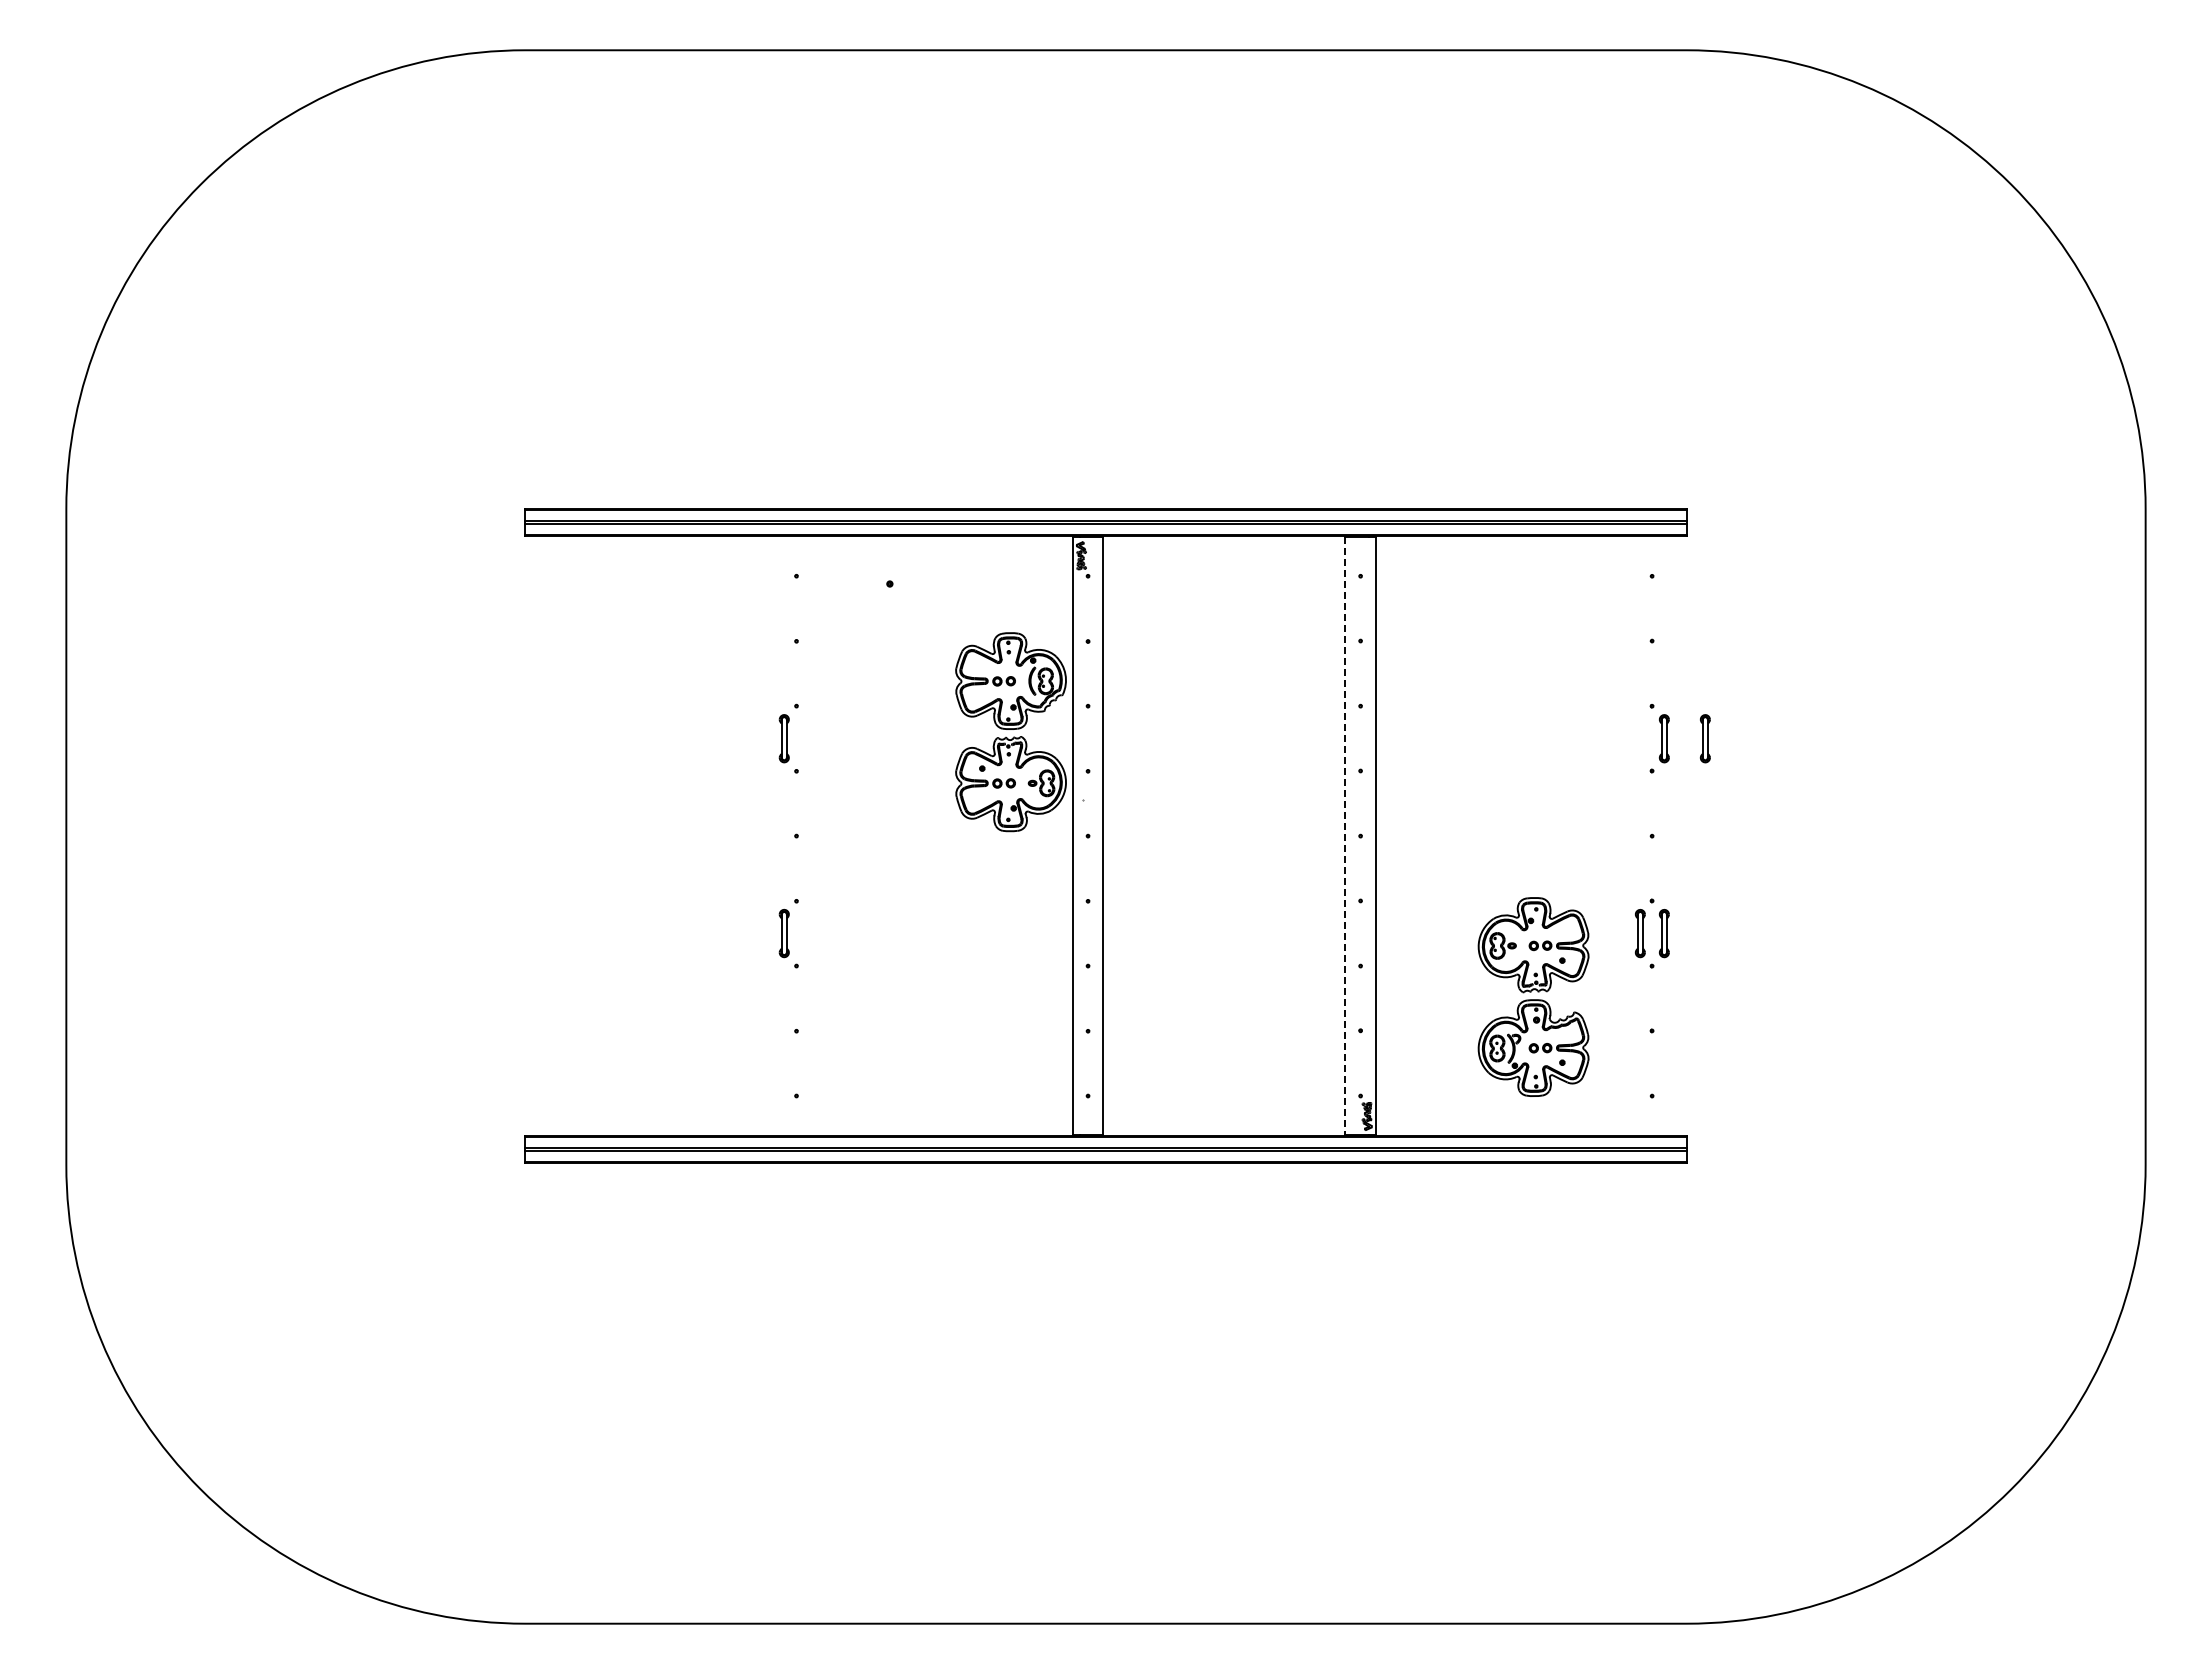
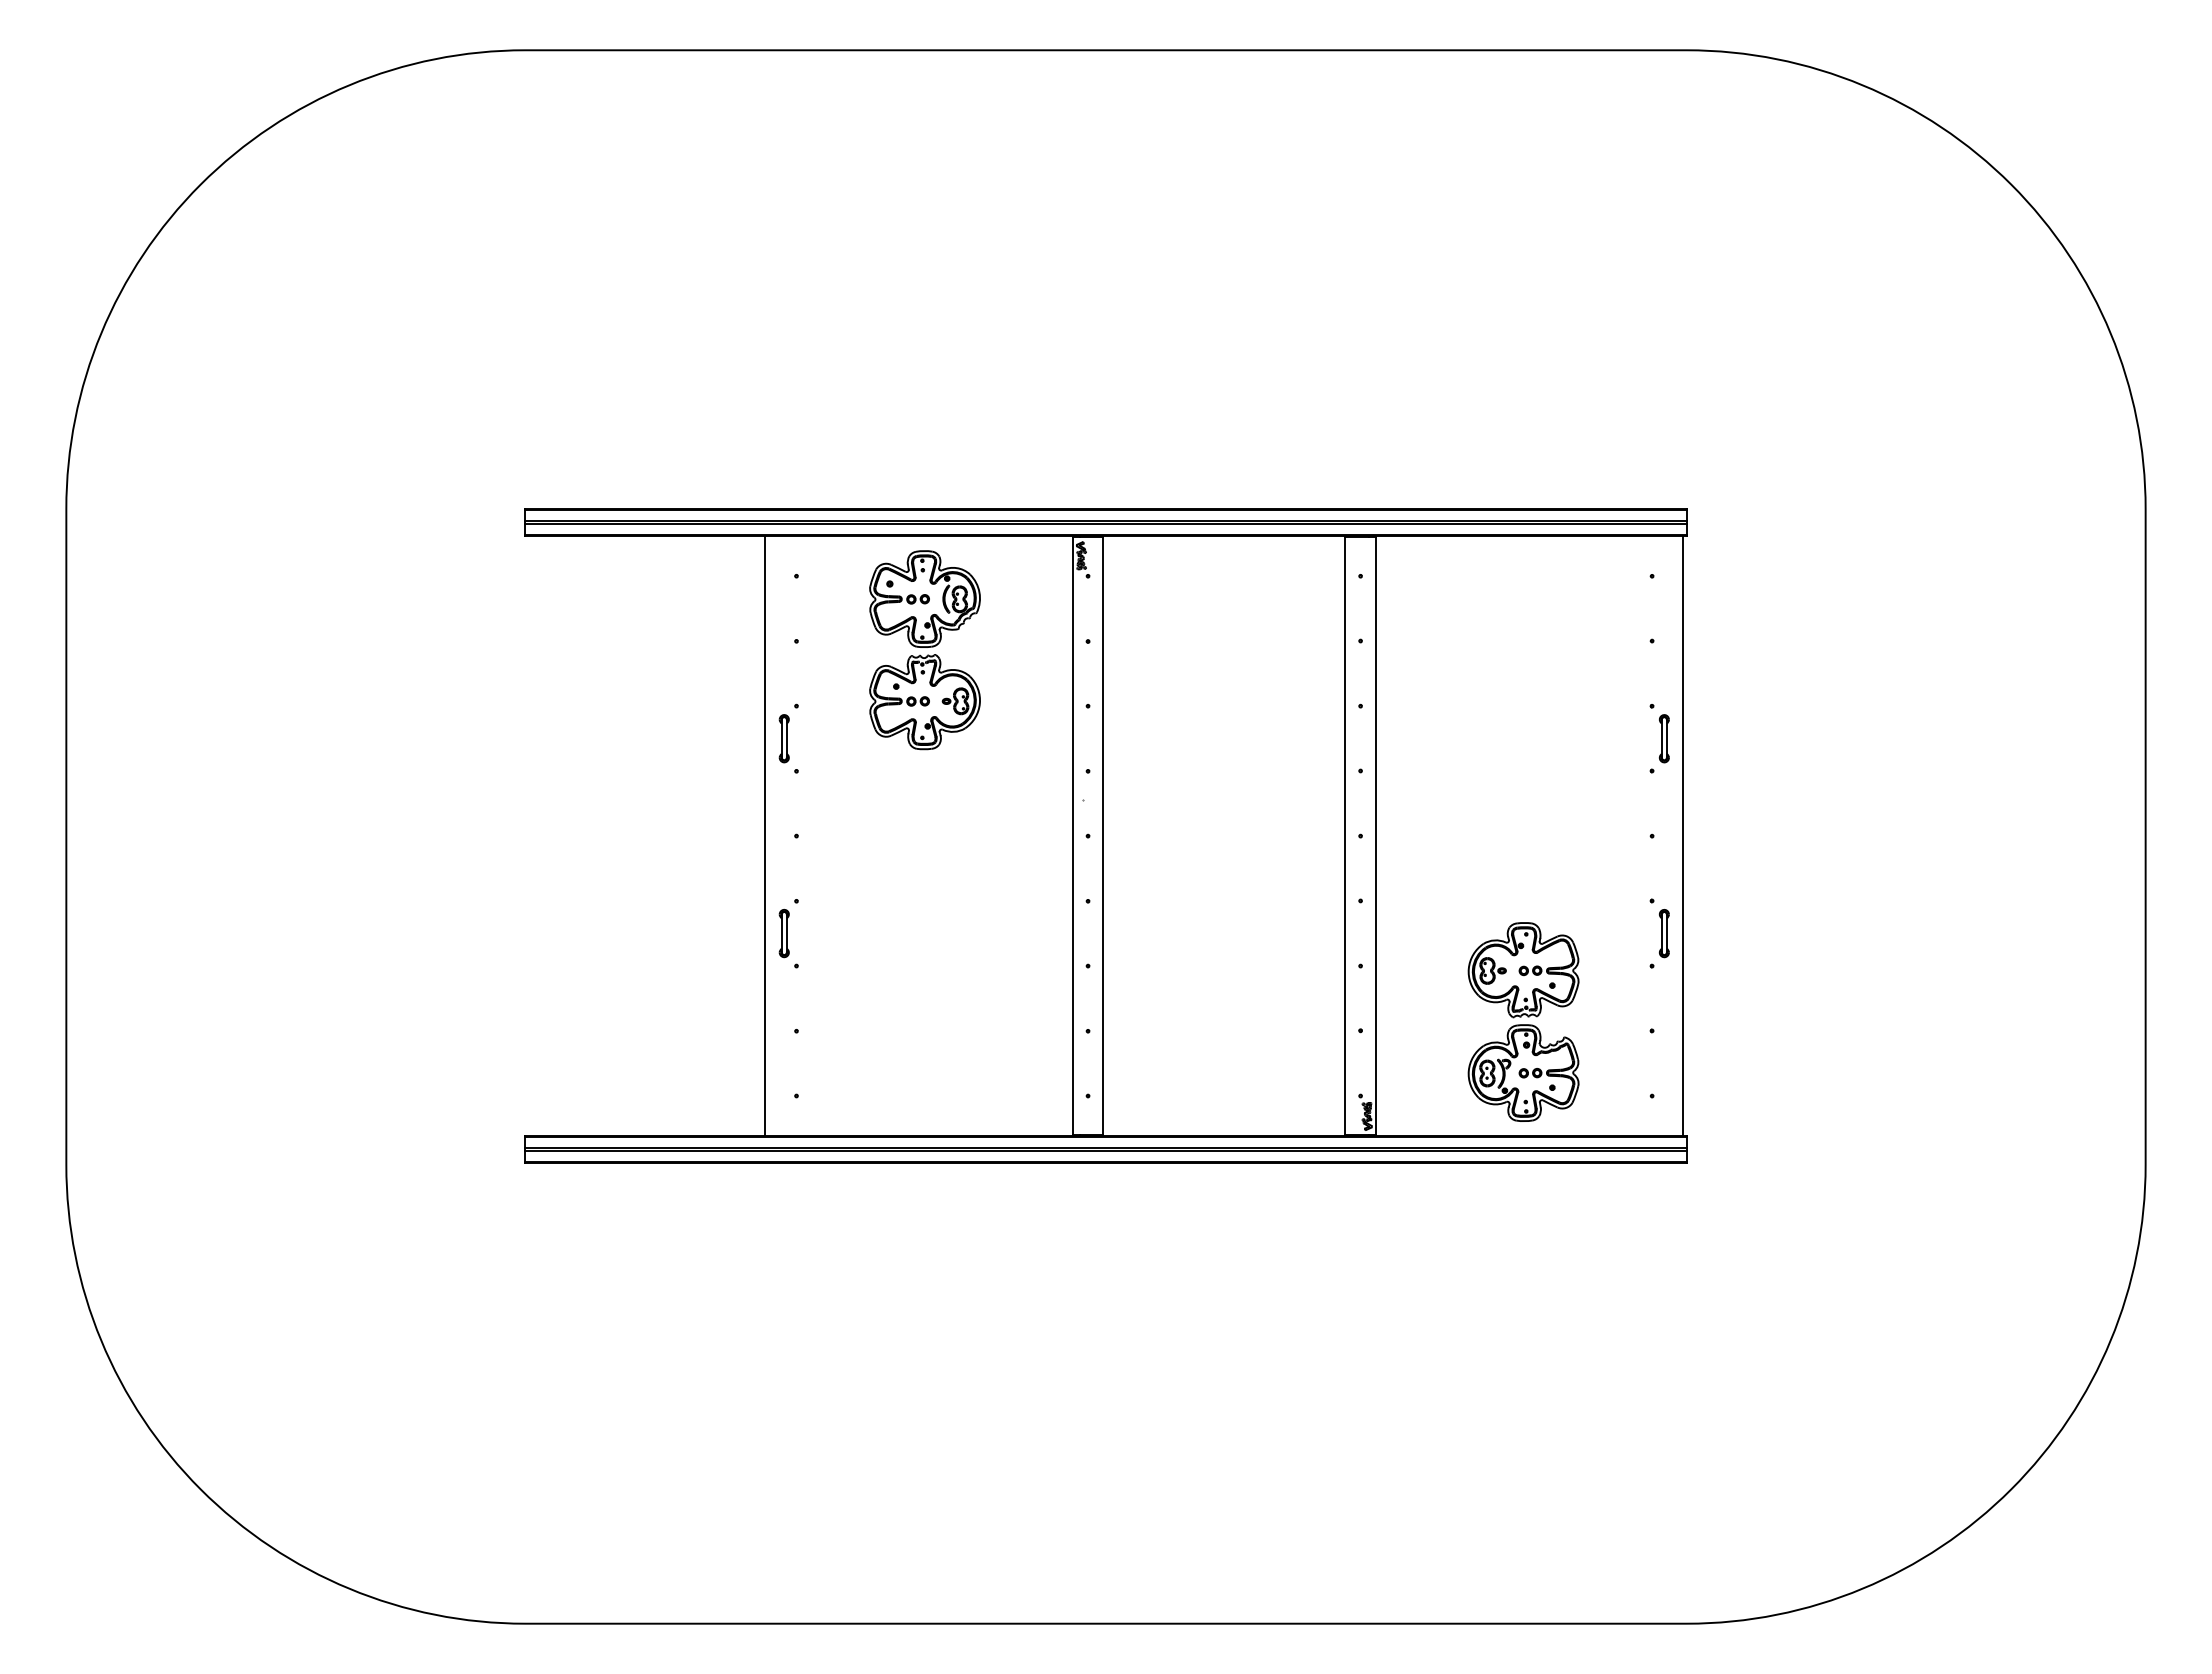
part at (1010, 732) position: (1010, 732) -> (924, 650)
part at (1704, 738): present -> none
line at (765, 835): none -> present
line at (1683, 835): none -> present
line at (1345, 836): dashed -> solid
part at (1639, 933): present -> none
part at (1533, 996) position: (1533, 996) -> (1523, 1021)
